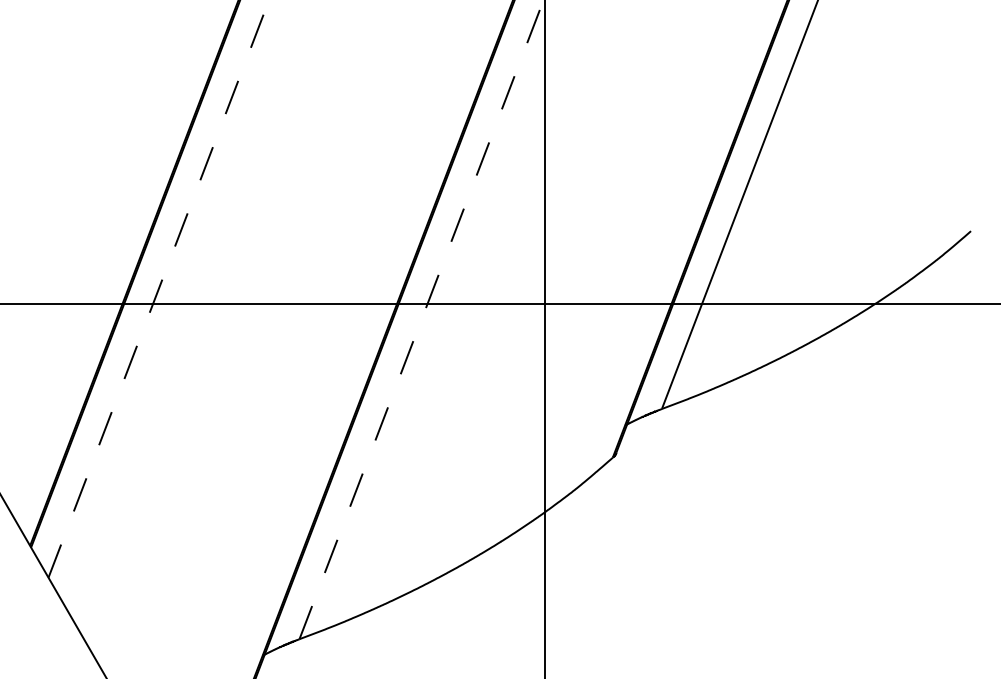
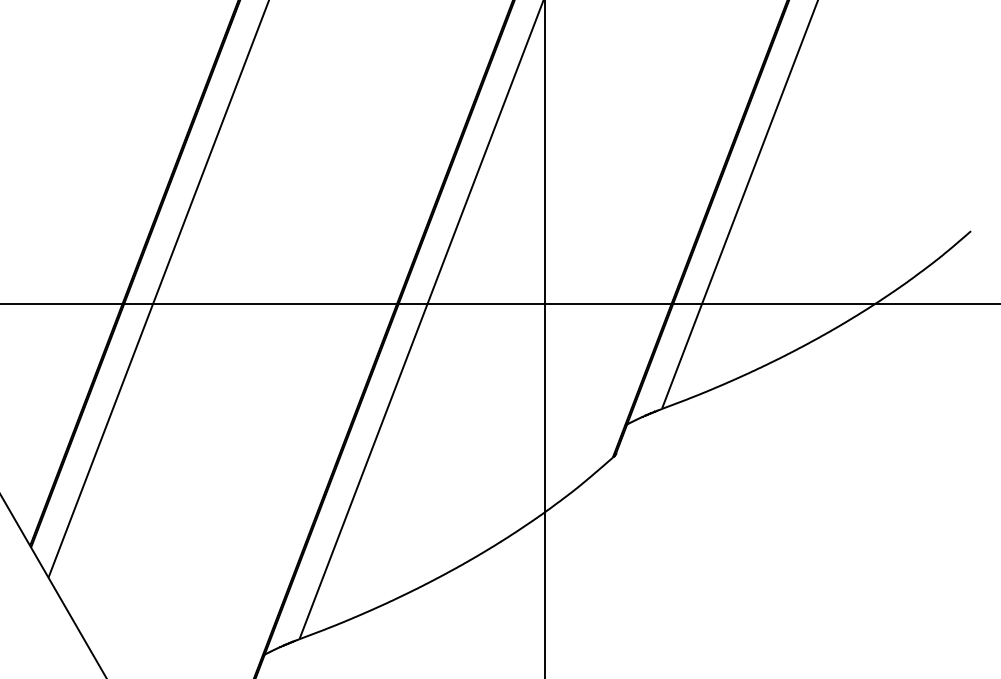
line at (158, 289): dashed -> solid
line at (421, 319): dashed -> solid
